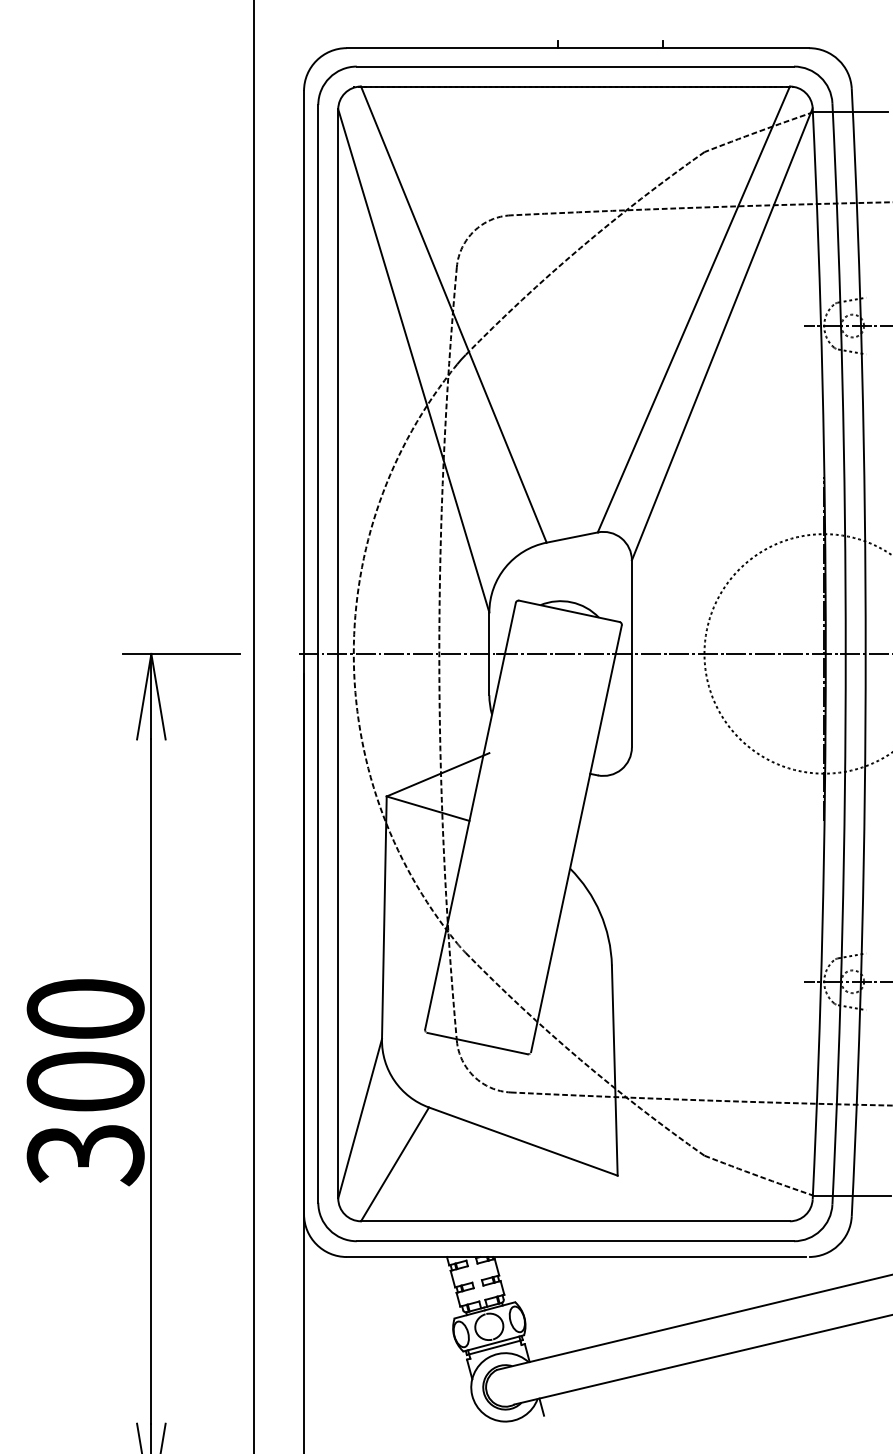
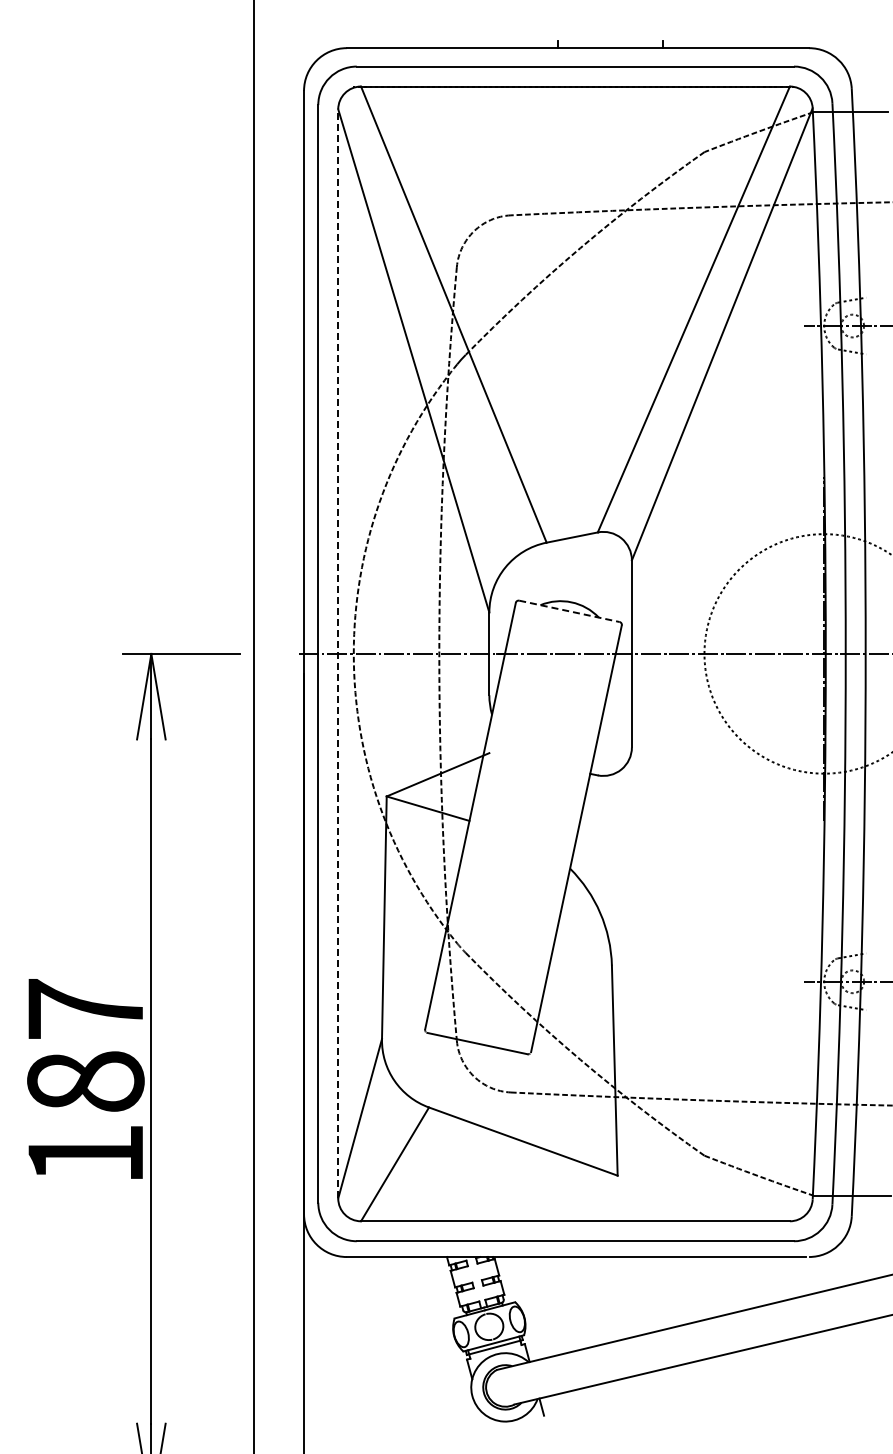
line at (569, 611): solid -> dashed
line at (338, 653): solid -> dashed
text at (85, 1082): 300 -> 187
